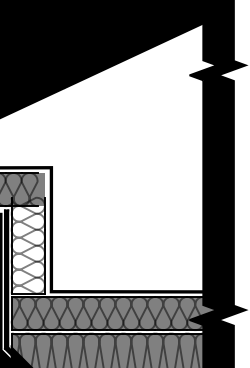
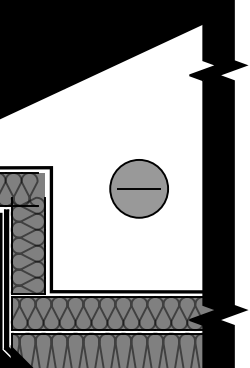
part at (138, 188): none -> present
fill at (27, 249): none -> present
